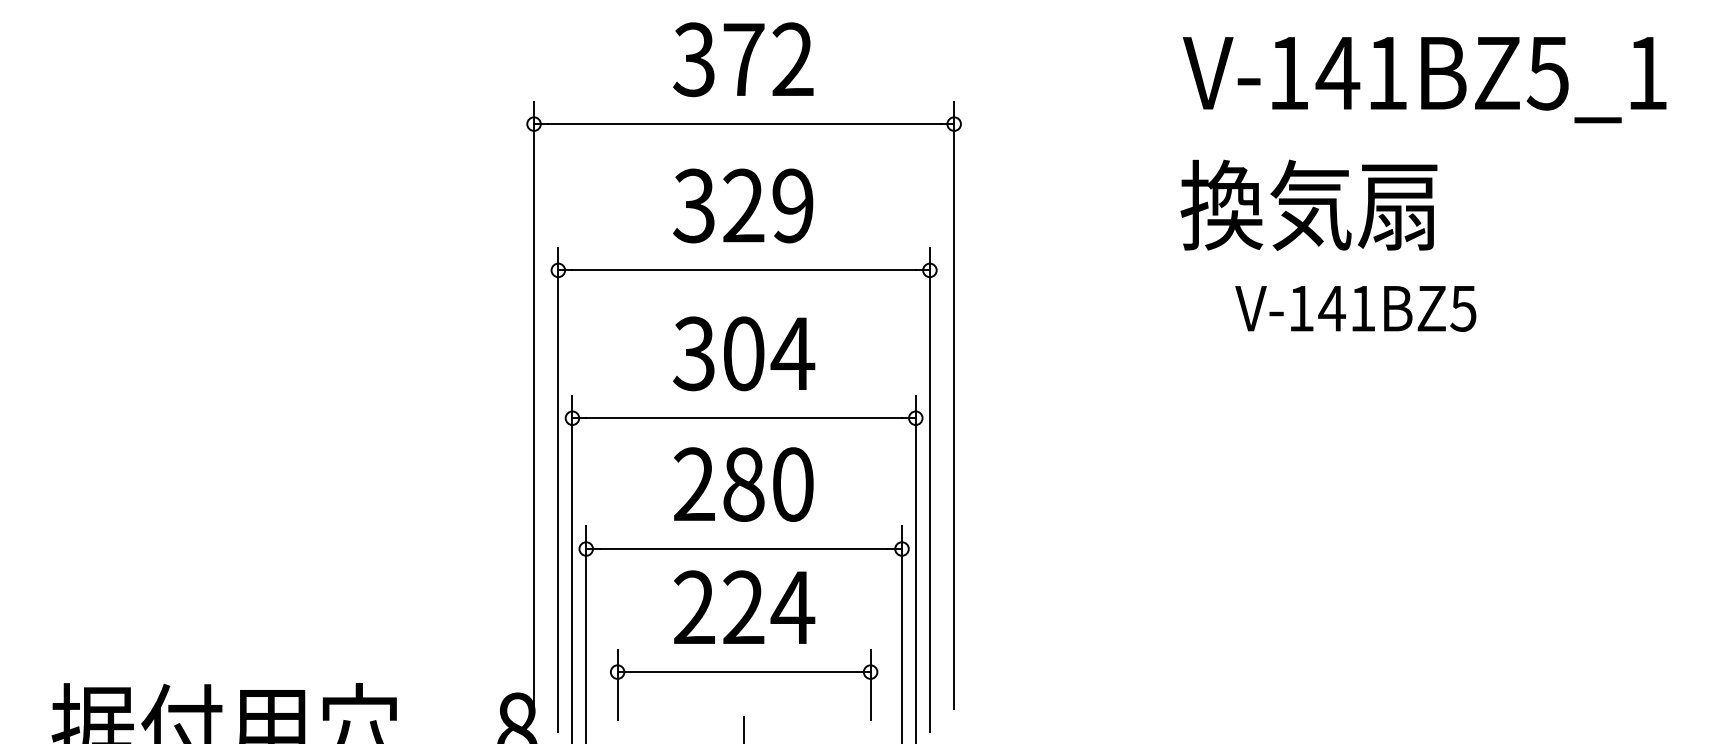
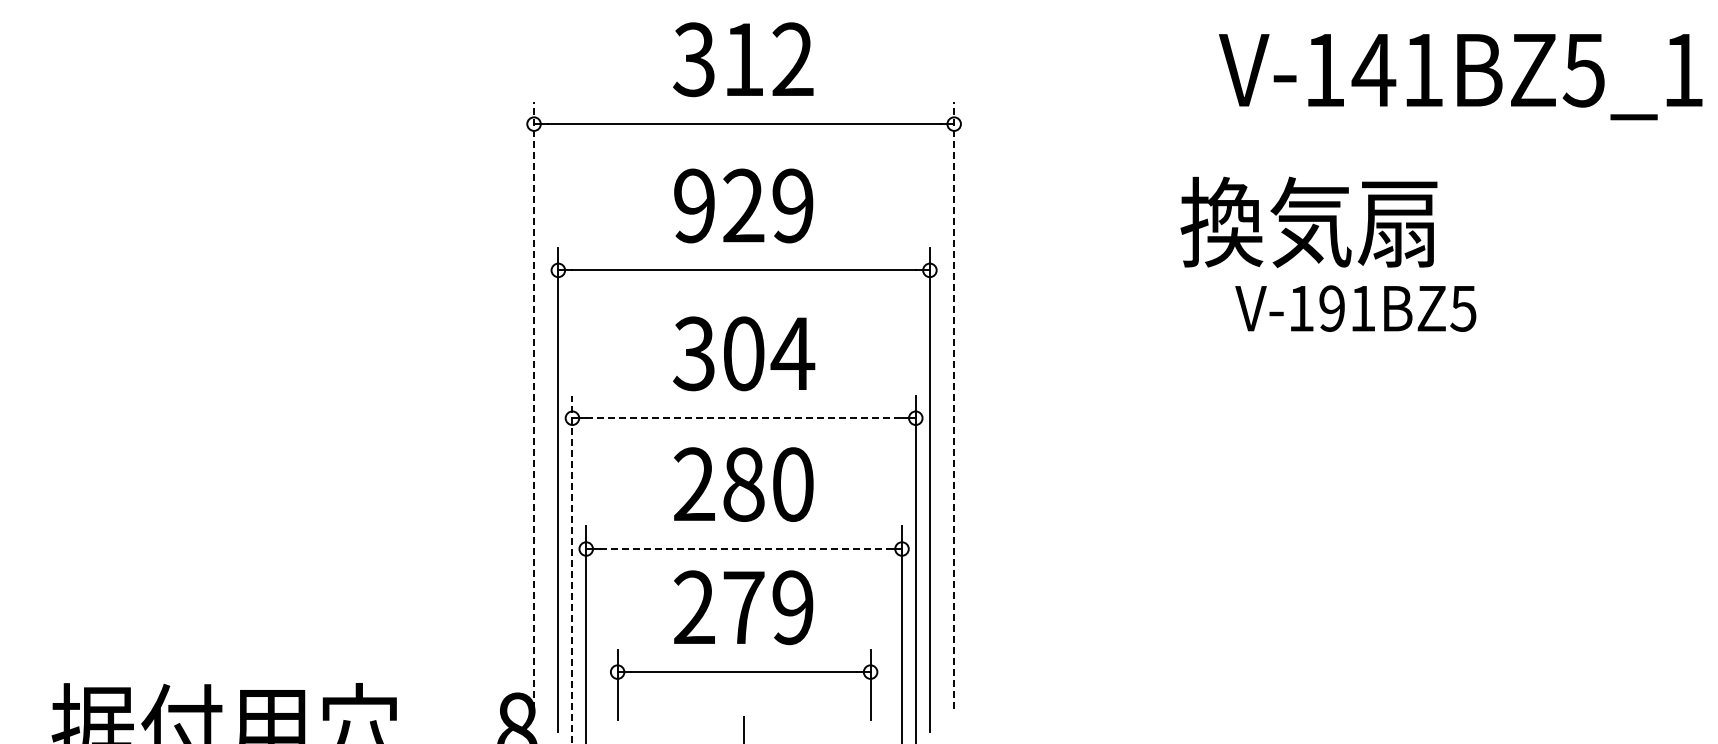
text at (743, 59): 372 -> 312
text at (1424, 80) position: (1424, 80) -> (1460, 77)
text at (1308, 204) position: (1308, 204) -> (1308, 221)
text at (693, 205): 329 -> 929
text at (1331, 308): V-141BZ5 -> V-191BZ5
line at (534, 405): solid -> dashed
line at (954, 405): solid -> dashed
line at (744, 418): solid -> dashed
line at (744, 549): solid -> dashed
line at (572, 569): solid -> dashed
text at (769, 607): 224 -> 279
